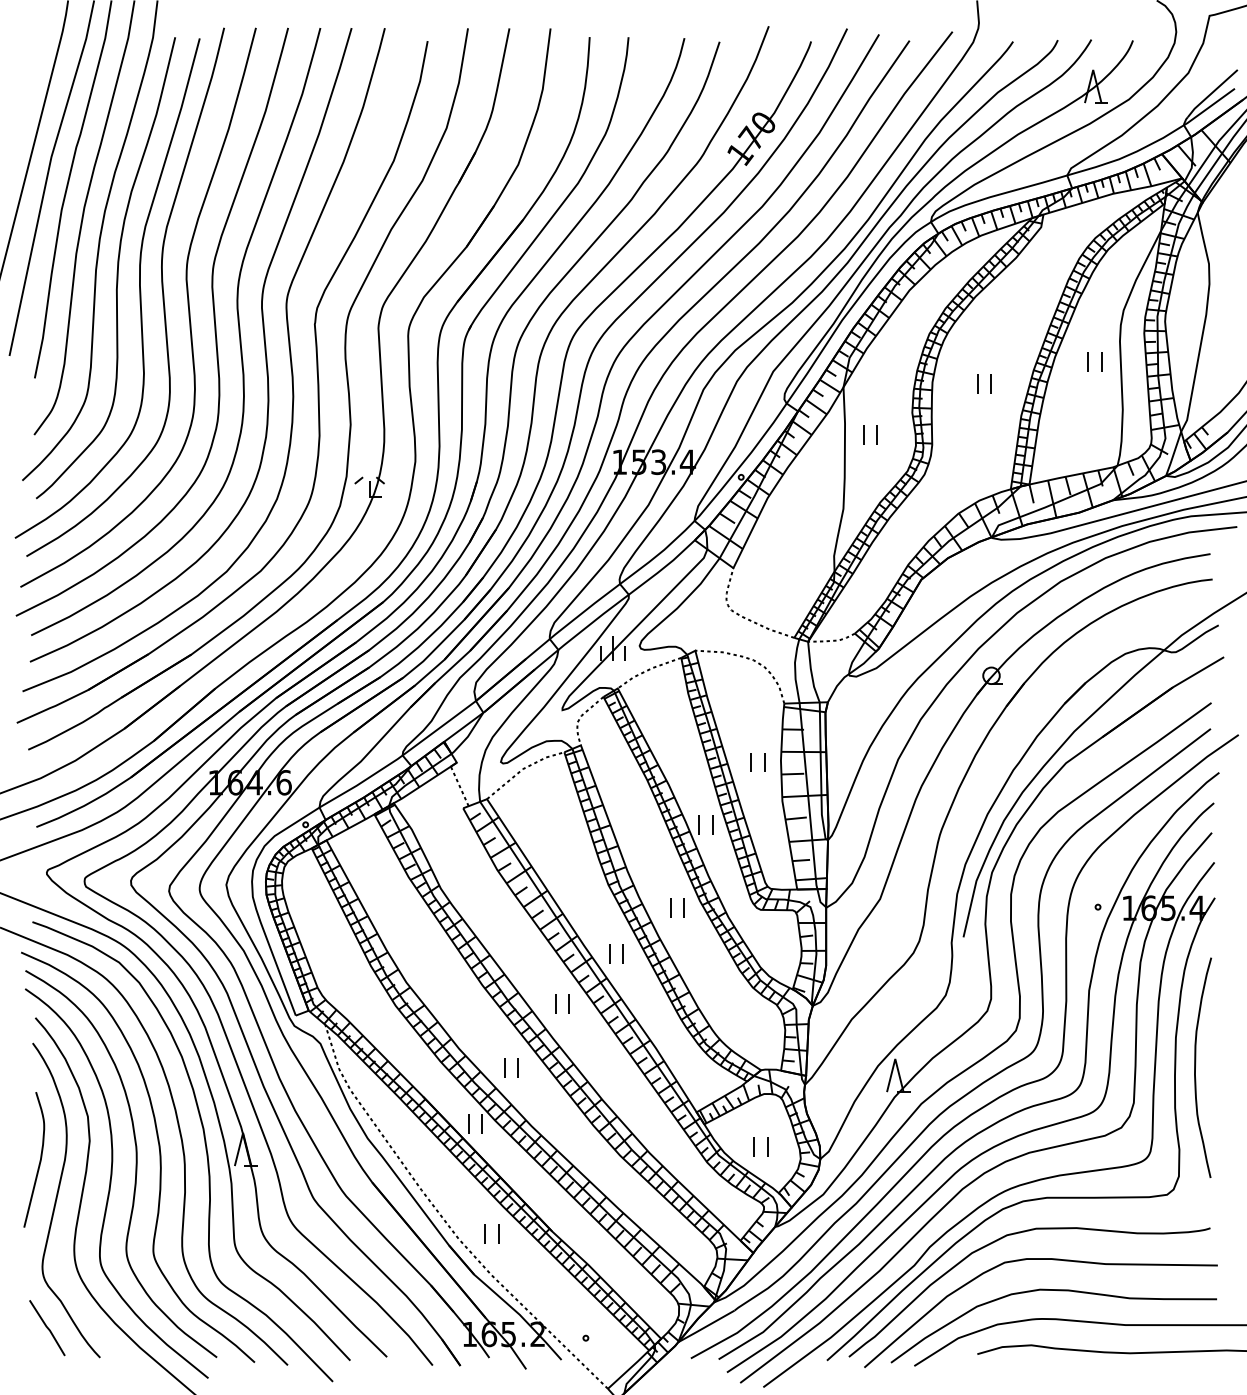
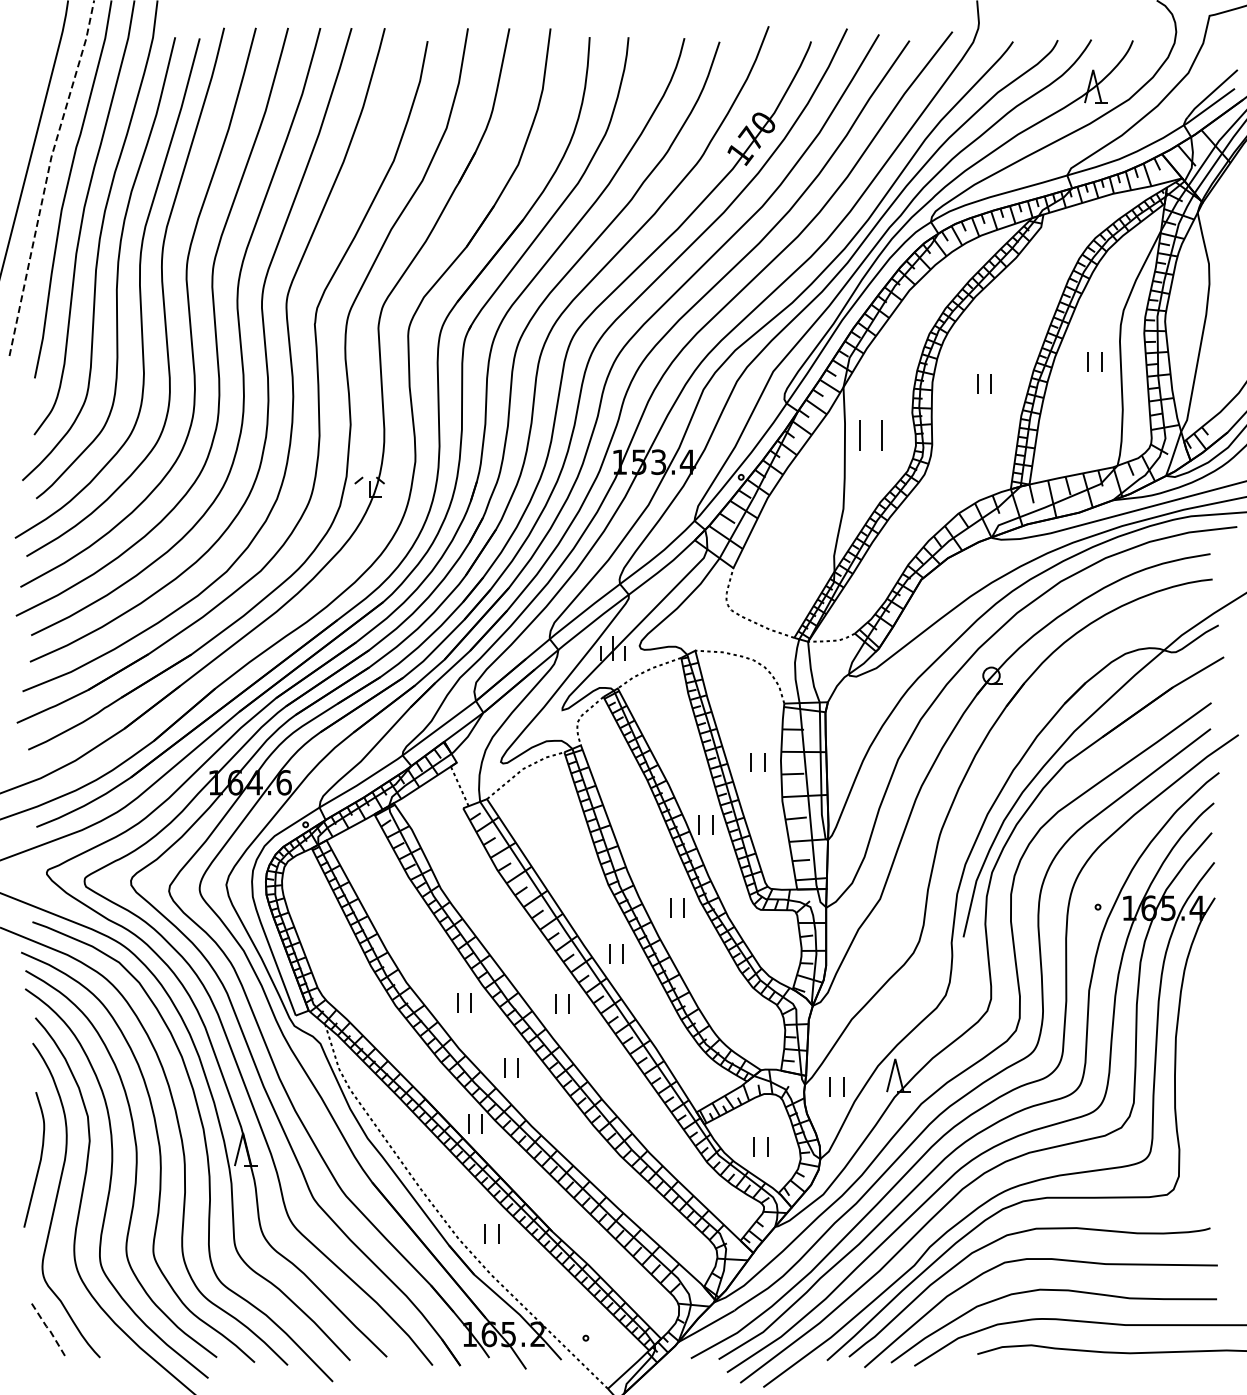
line at (47, 175): solid -> dashed
part at (870, 434) size: 15x20 px -> 24x31 px
part at (464, 1002): none -> present
curve at (1195, 1067): present -> none
part at (836, 1086): none -> present
line at (47, 1327): solid -> dashed
